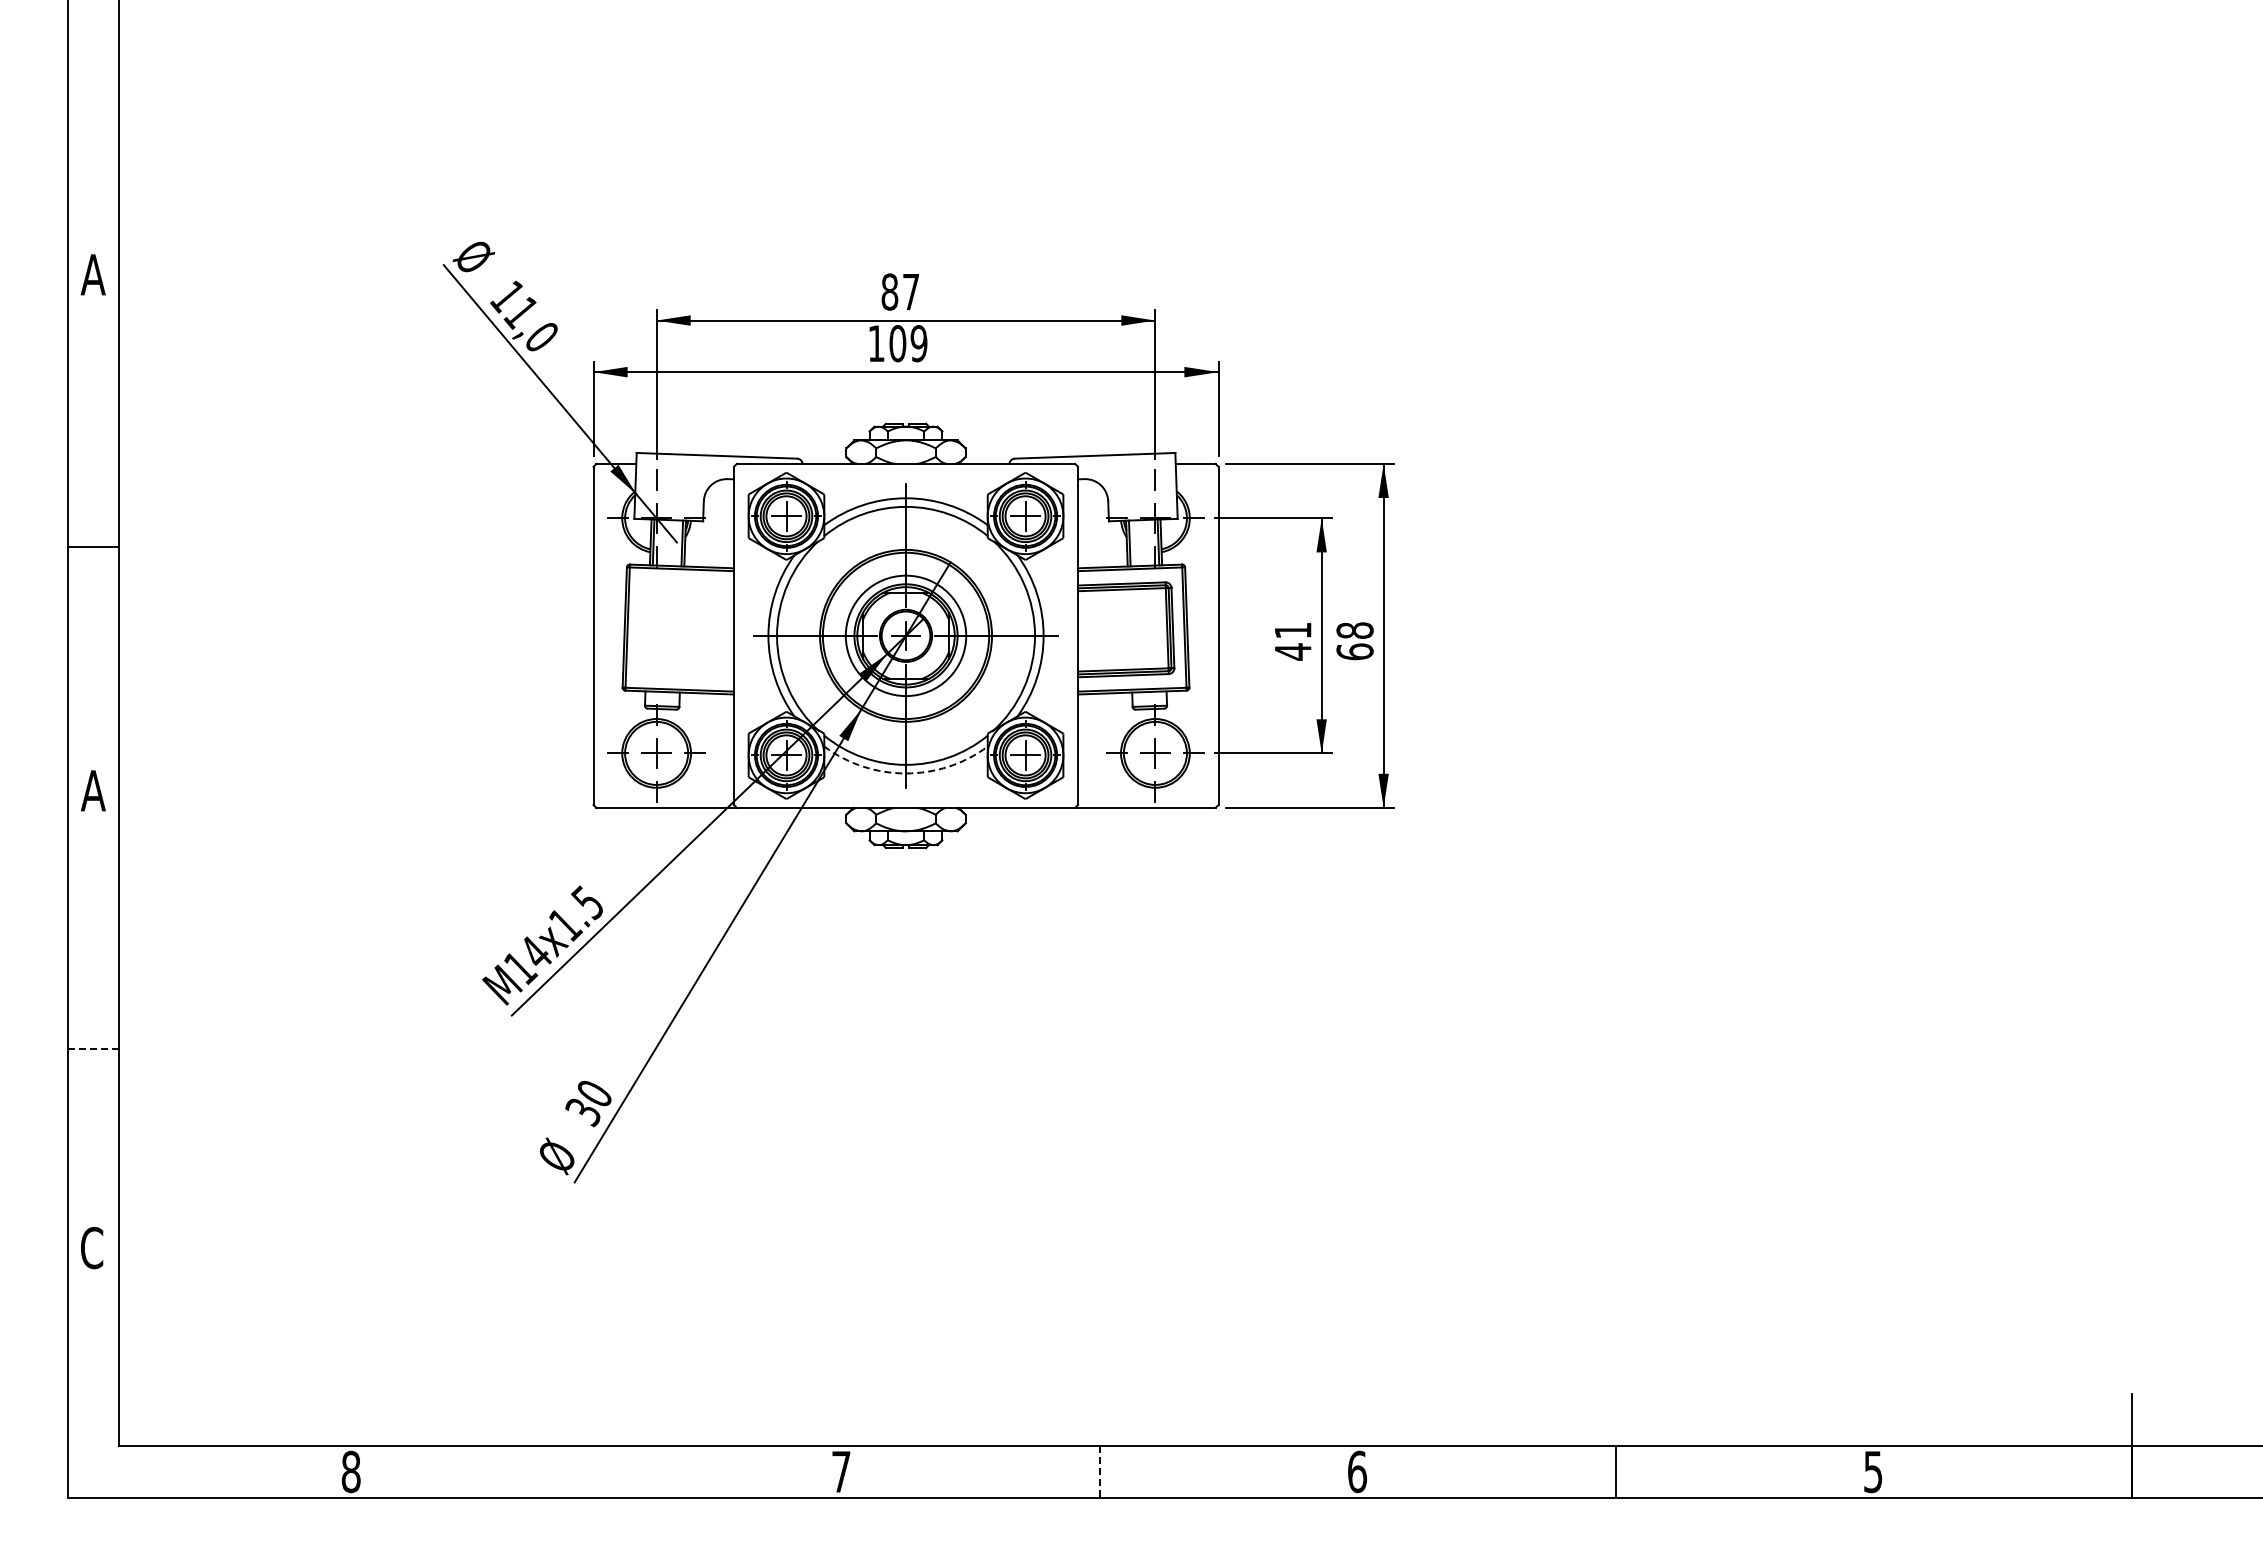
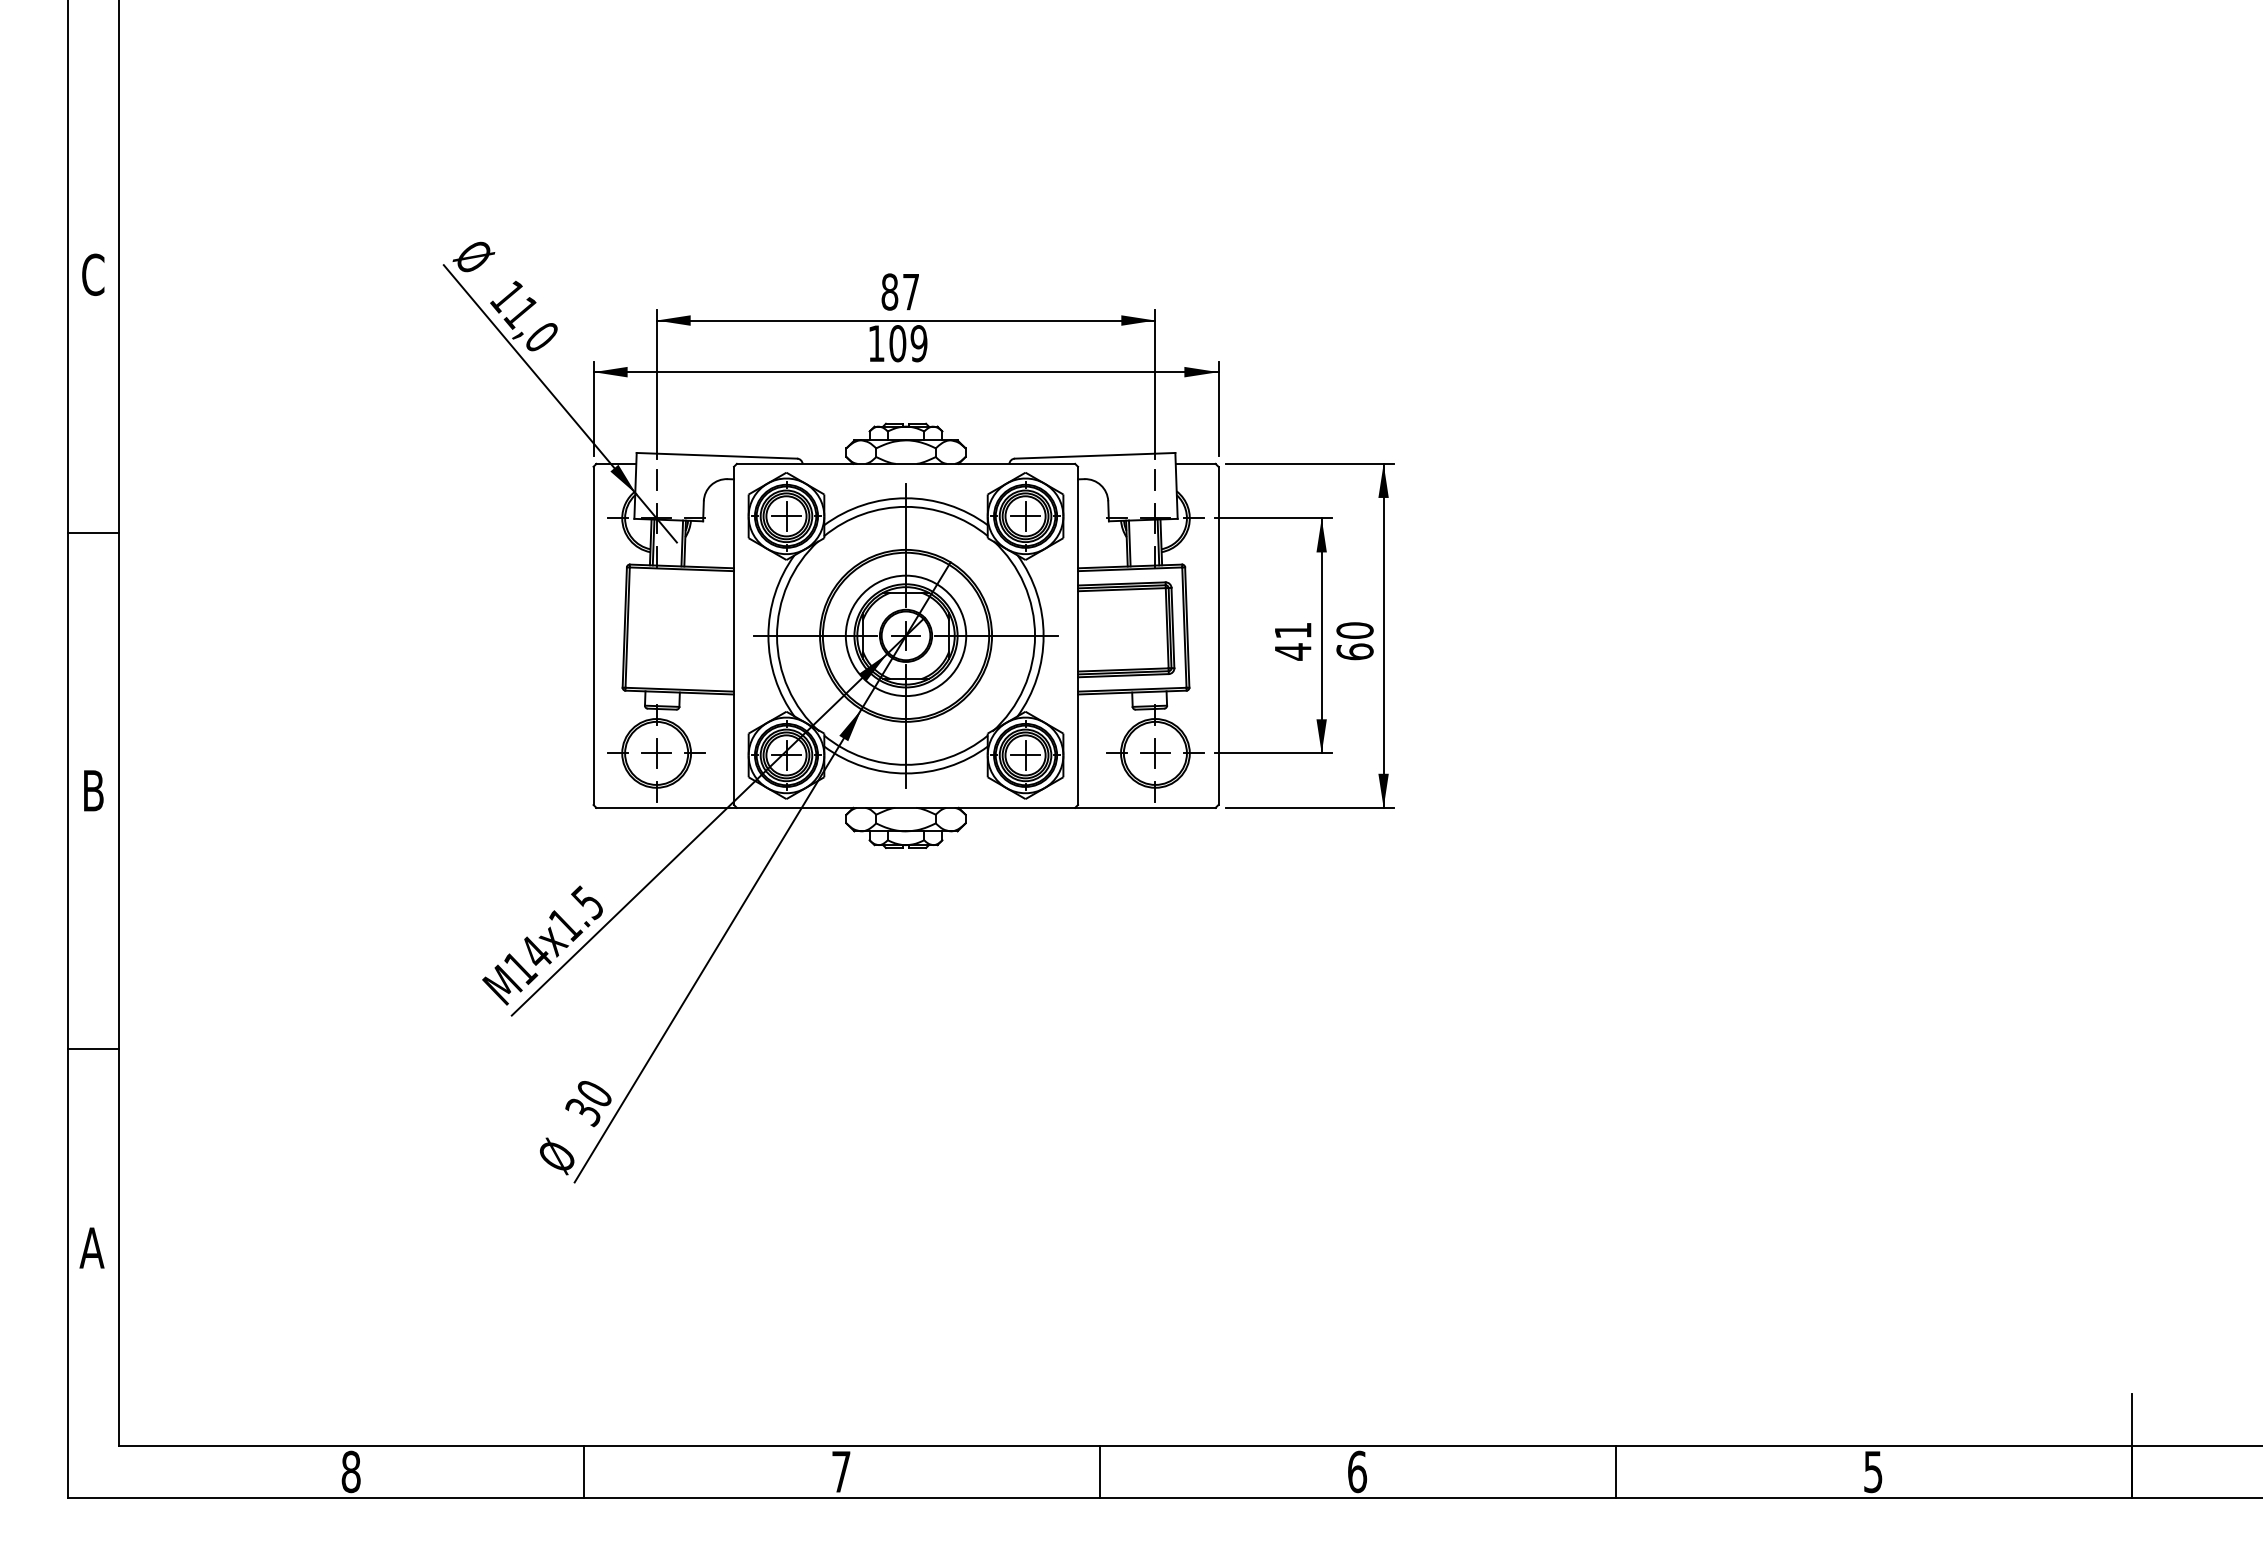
text at (92, 274): A -> C
line at (93, 546) position: (93, 546) -> (93, 532)
text at (1354, 630): 68 -> 60
arc at (906, 773): dashed -> solid
text at (93, 790): A -> B
line at (93, 1048): dashed -> solid
text at (91, 1247): C -> A
line at (583, 1471): none -> present
line at (1099, 1471): dashed -> solid
